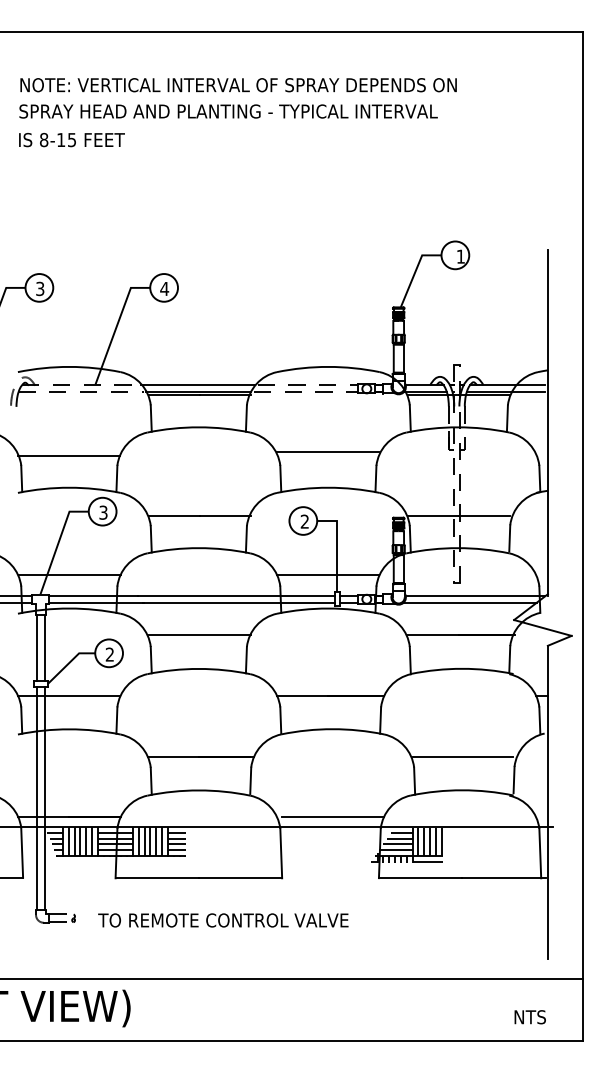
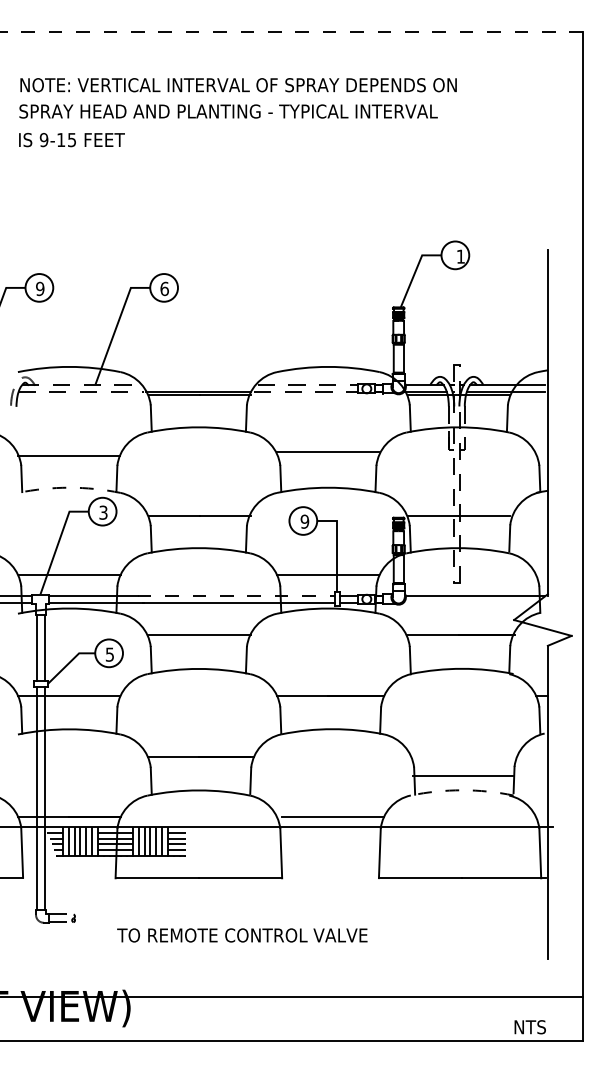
line at (291, 32): solid -> dashed
text at (43, 140): 8-15 -> 9-15
text at (40, 288): 3 -> 9
text at (164, 288): 4 -> 6
line at (197, 385): present -> none
arc at (69, 487): solid -> dashed
text at (304, 521): 2 -> 9
line at (236, 595): solid -> dashed
line at (470, 602): present -> none
text at (109, 654): 2 -> 5
line at (462, 756) position: (462, 756) -> (462, 775)
arc at (462, 790): solid -> dashed
hatch at (406, 845): present -> none
text at (223, 920) position: (223, 920) -> (242, 935)
line at (292, 979) position: (292, 979) -> (292, 997)
text at (529, 1017) position: (529, 1017) -> (529, 1027)
